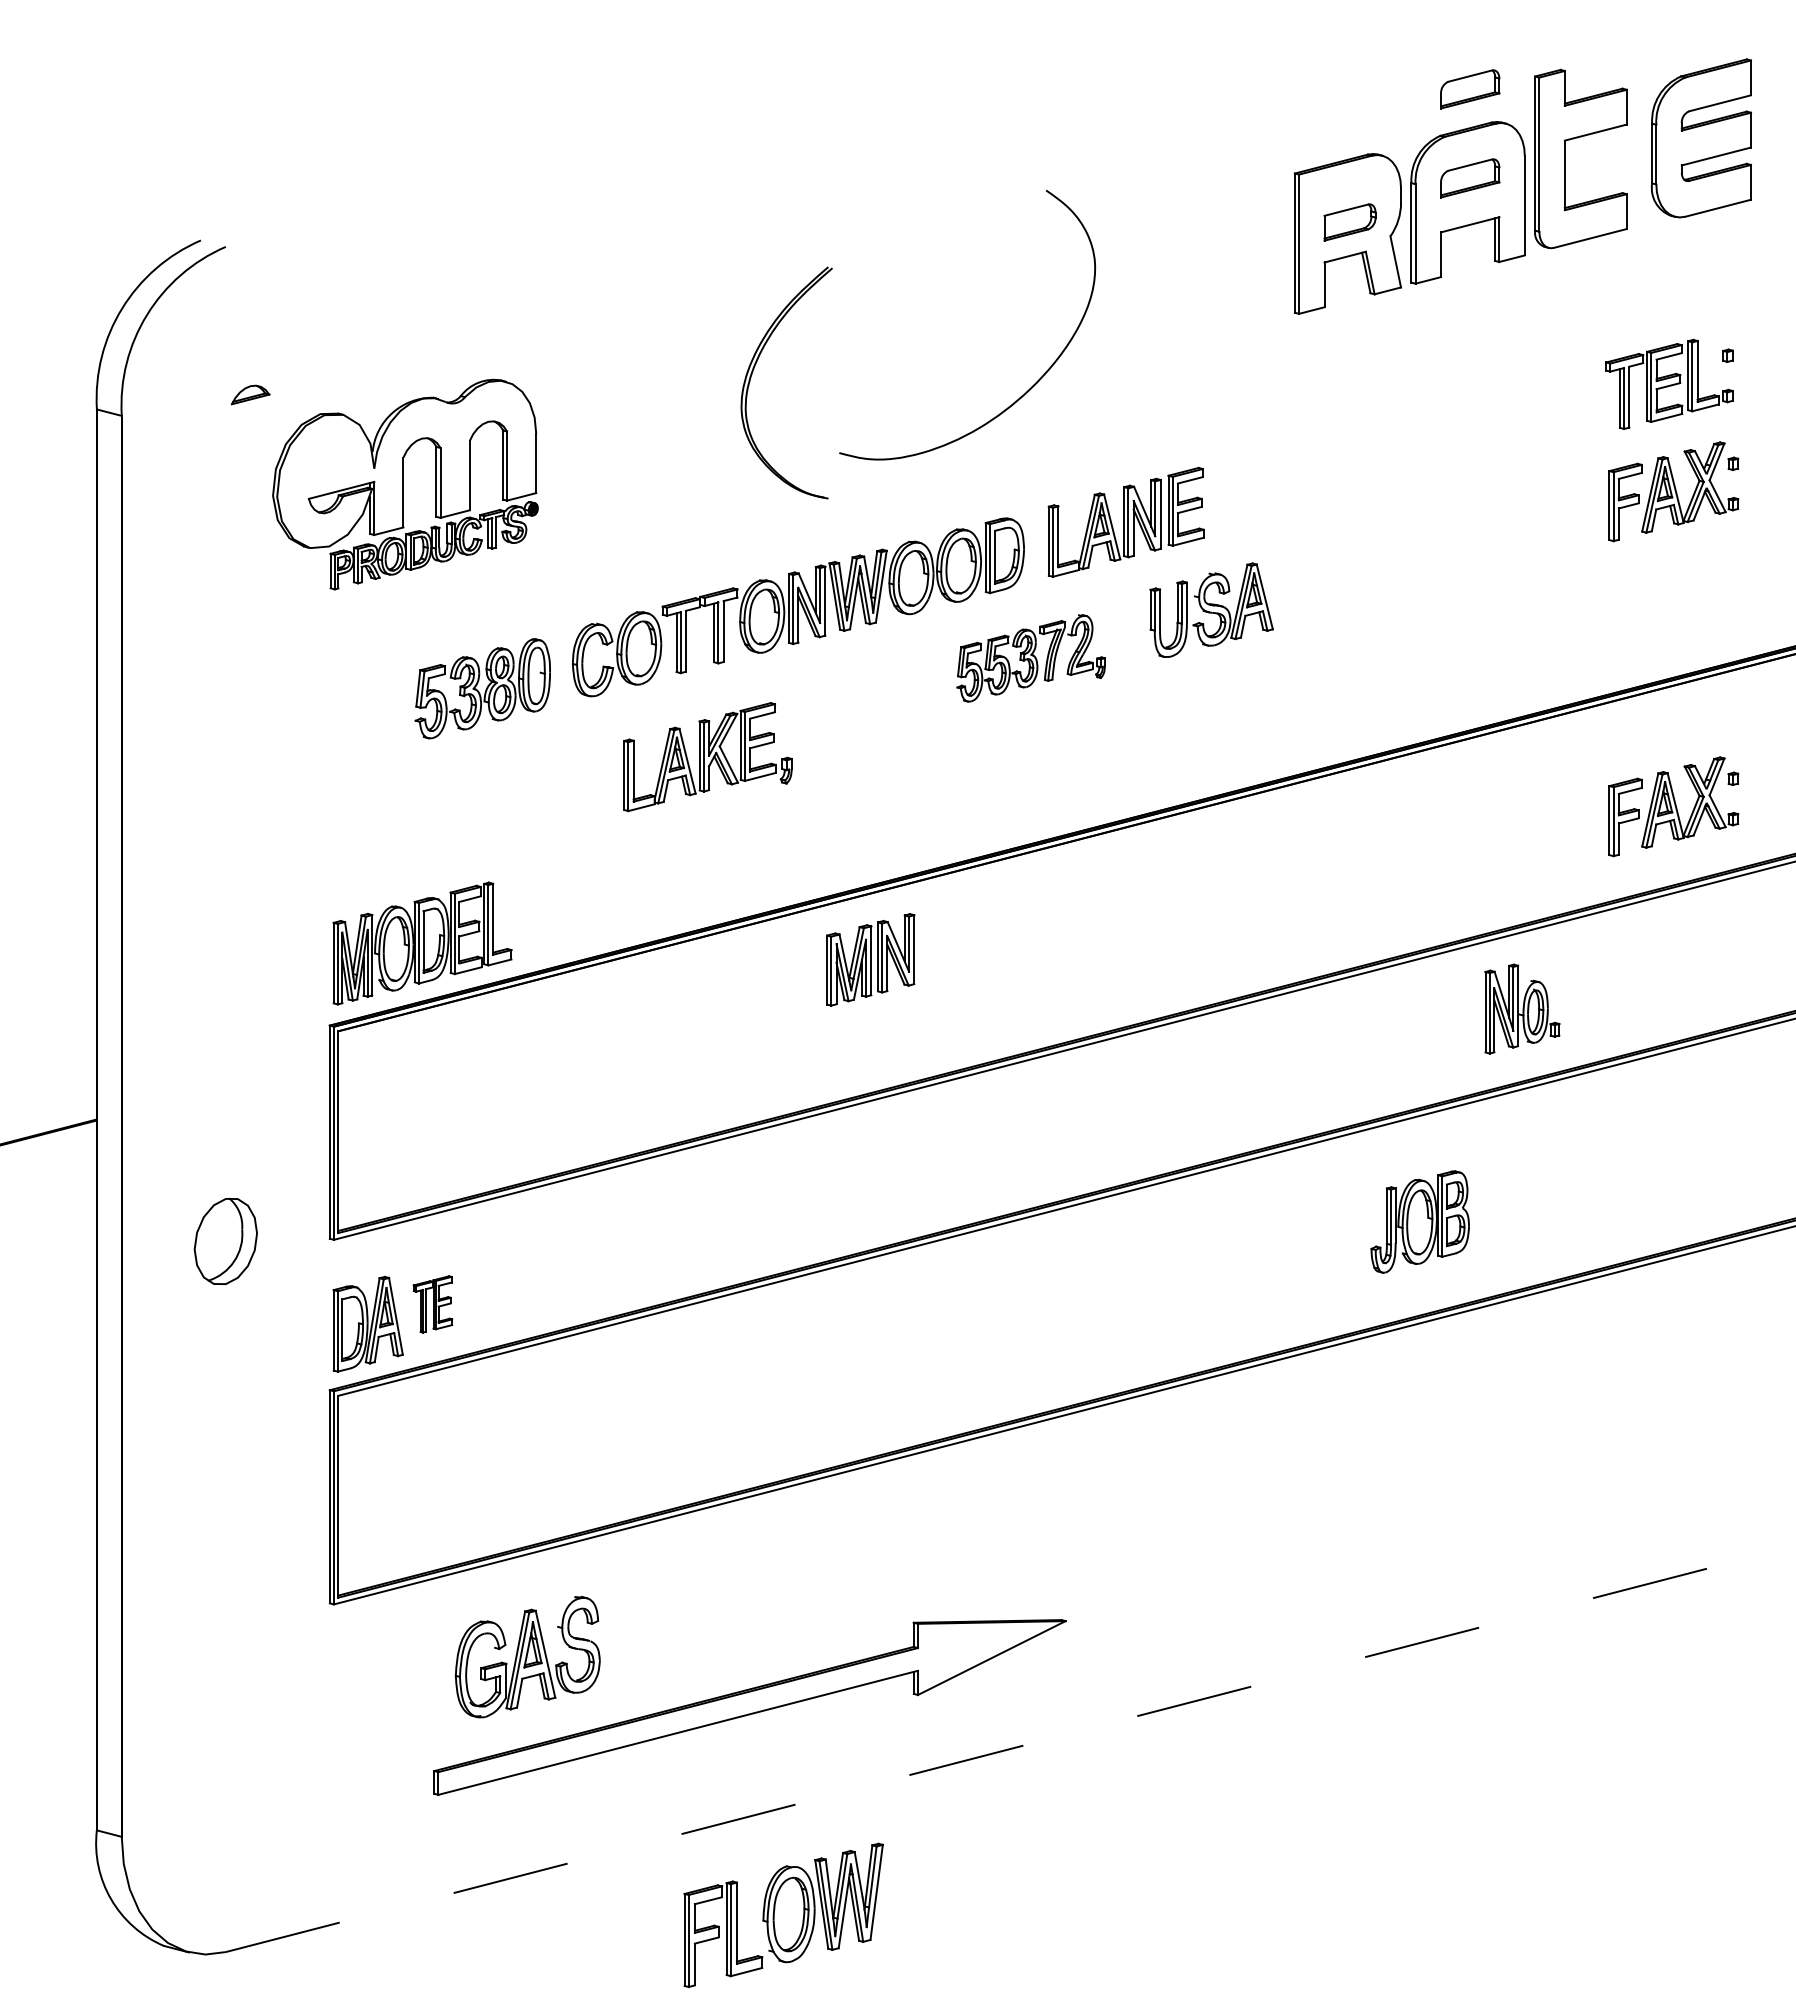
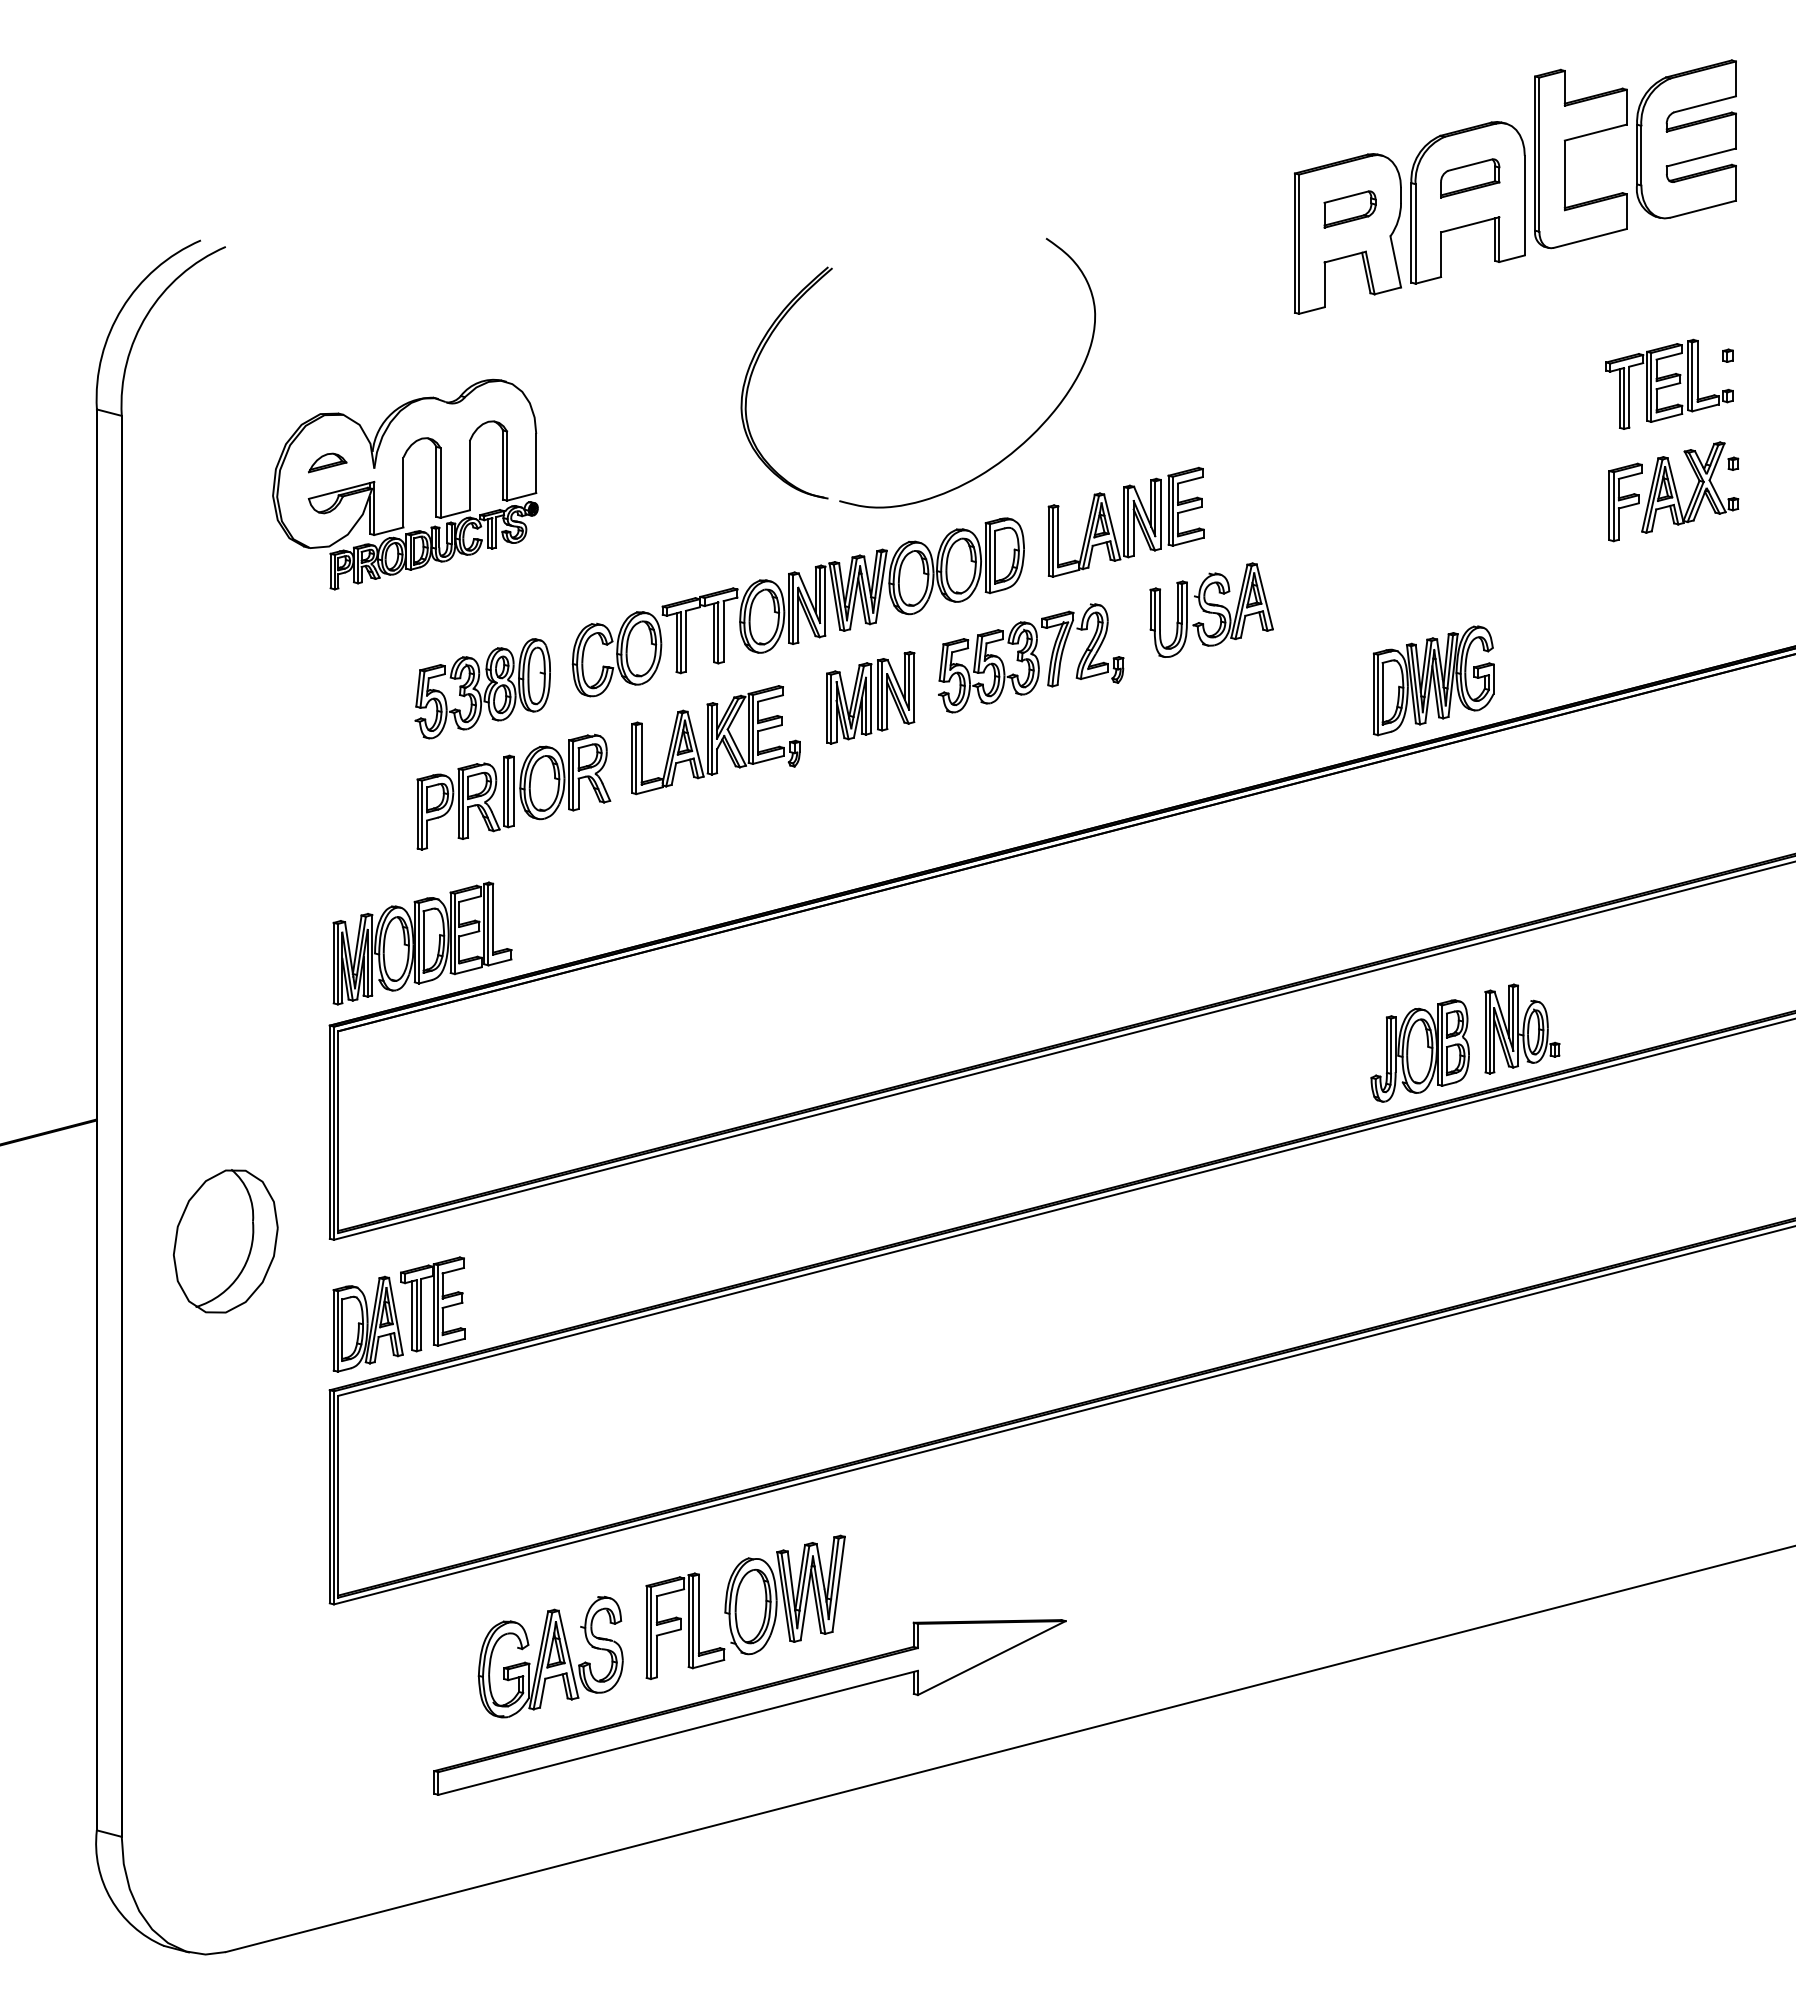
part at (1470, 89): present -> none
part at (1700, 138) position: (1700, 138) -> (1685, 139)
part at (1349, 222) position: (1349, 222) -> (1349, 209)
curve at (1030, 387) position: (1030, 387) -> (1030, 435)
part at (250, 394) position: (250, 394) -> (327, 462)
part at (1030, 658) size: 150x89 px -> 187x111 px
part at (1433, 680): none -> present
part at (707, 757) position: (707, 757) -> (715, 740)
part at (513, 791): none -> present
part at (1673, 806): present -> none
part at (870, 959) position: (870, 959) -> (870, 697)
part at (1522, 1008) position: (1522, 1008) -> (1522, 1028)
part at (1419, 1221) position: (1419, 1221) -> (1419, 1050)
part at (225, 1240) size: 65x88 px -> 106x145 px
part at (432, 1304) size: 42x59 px -> 66x97 px
part at (527, 1656) position: (527, 1656) -> (550, 1656)
line at (1010, 1748): dashed -> solid
part at (783, 1914) position: (783, 1914) -> (745, 1606)
